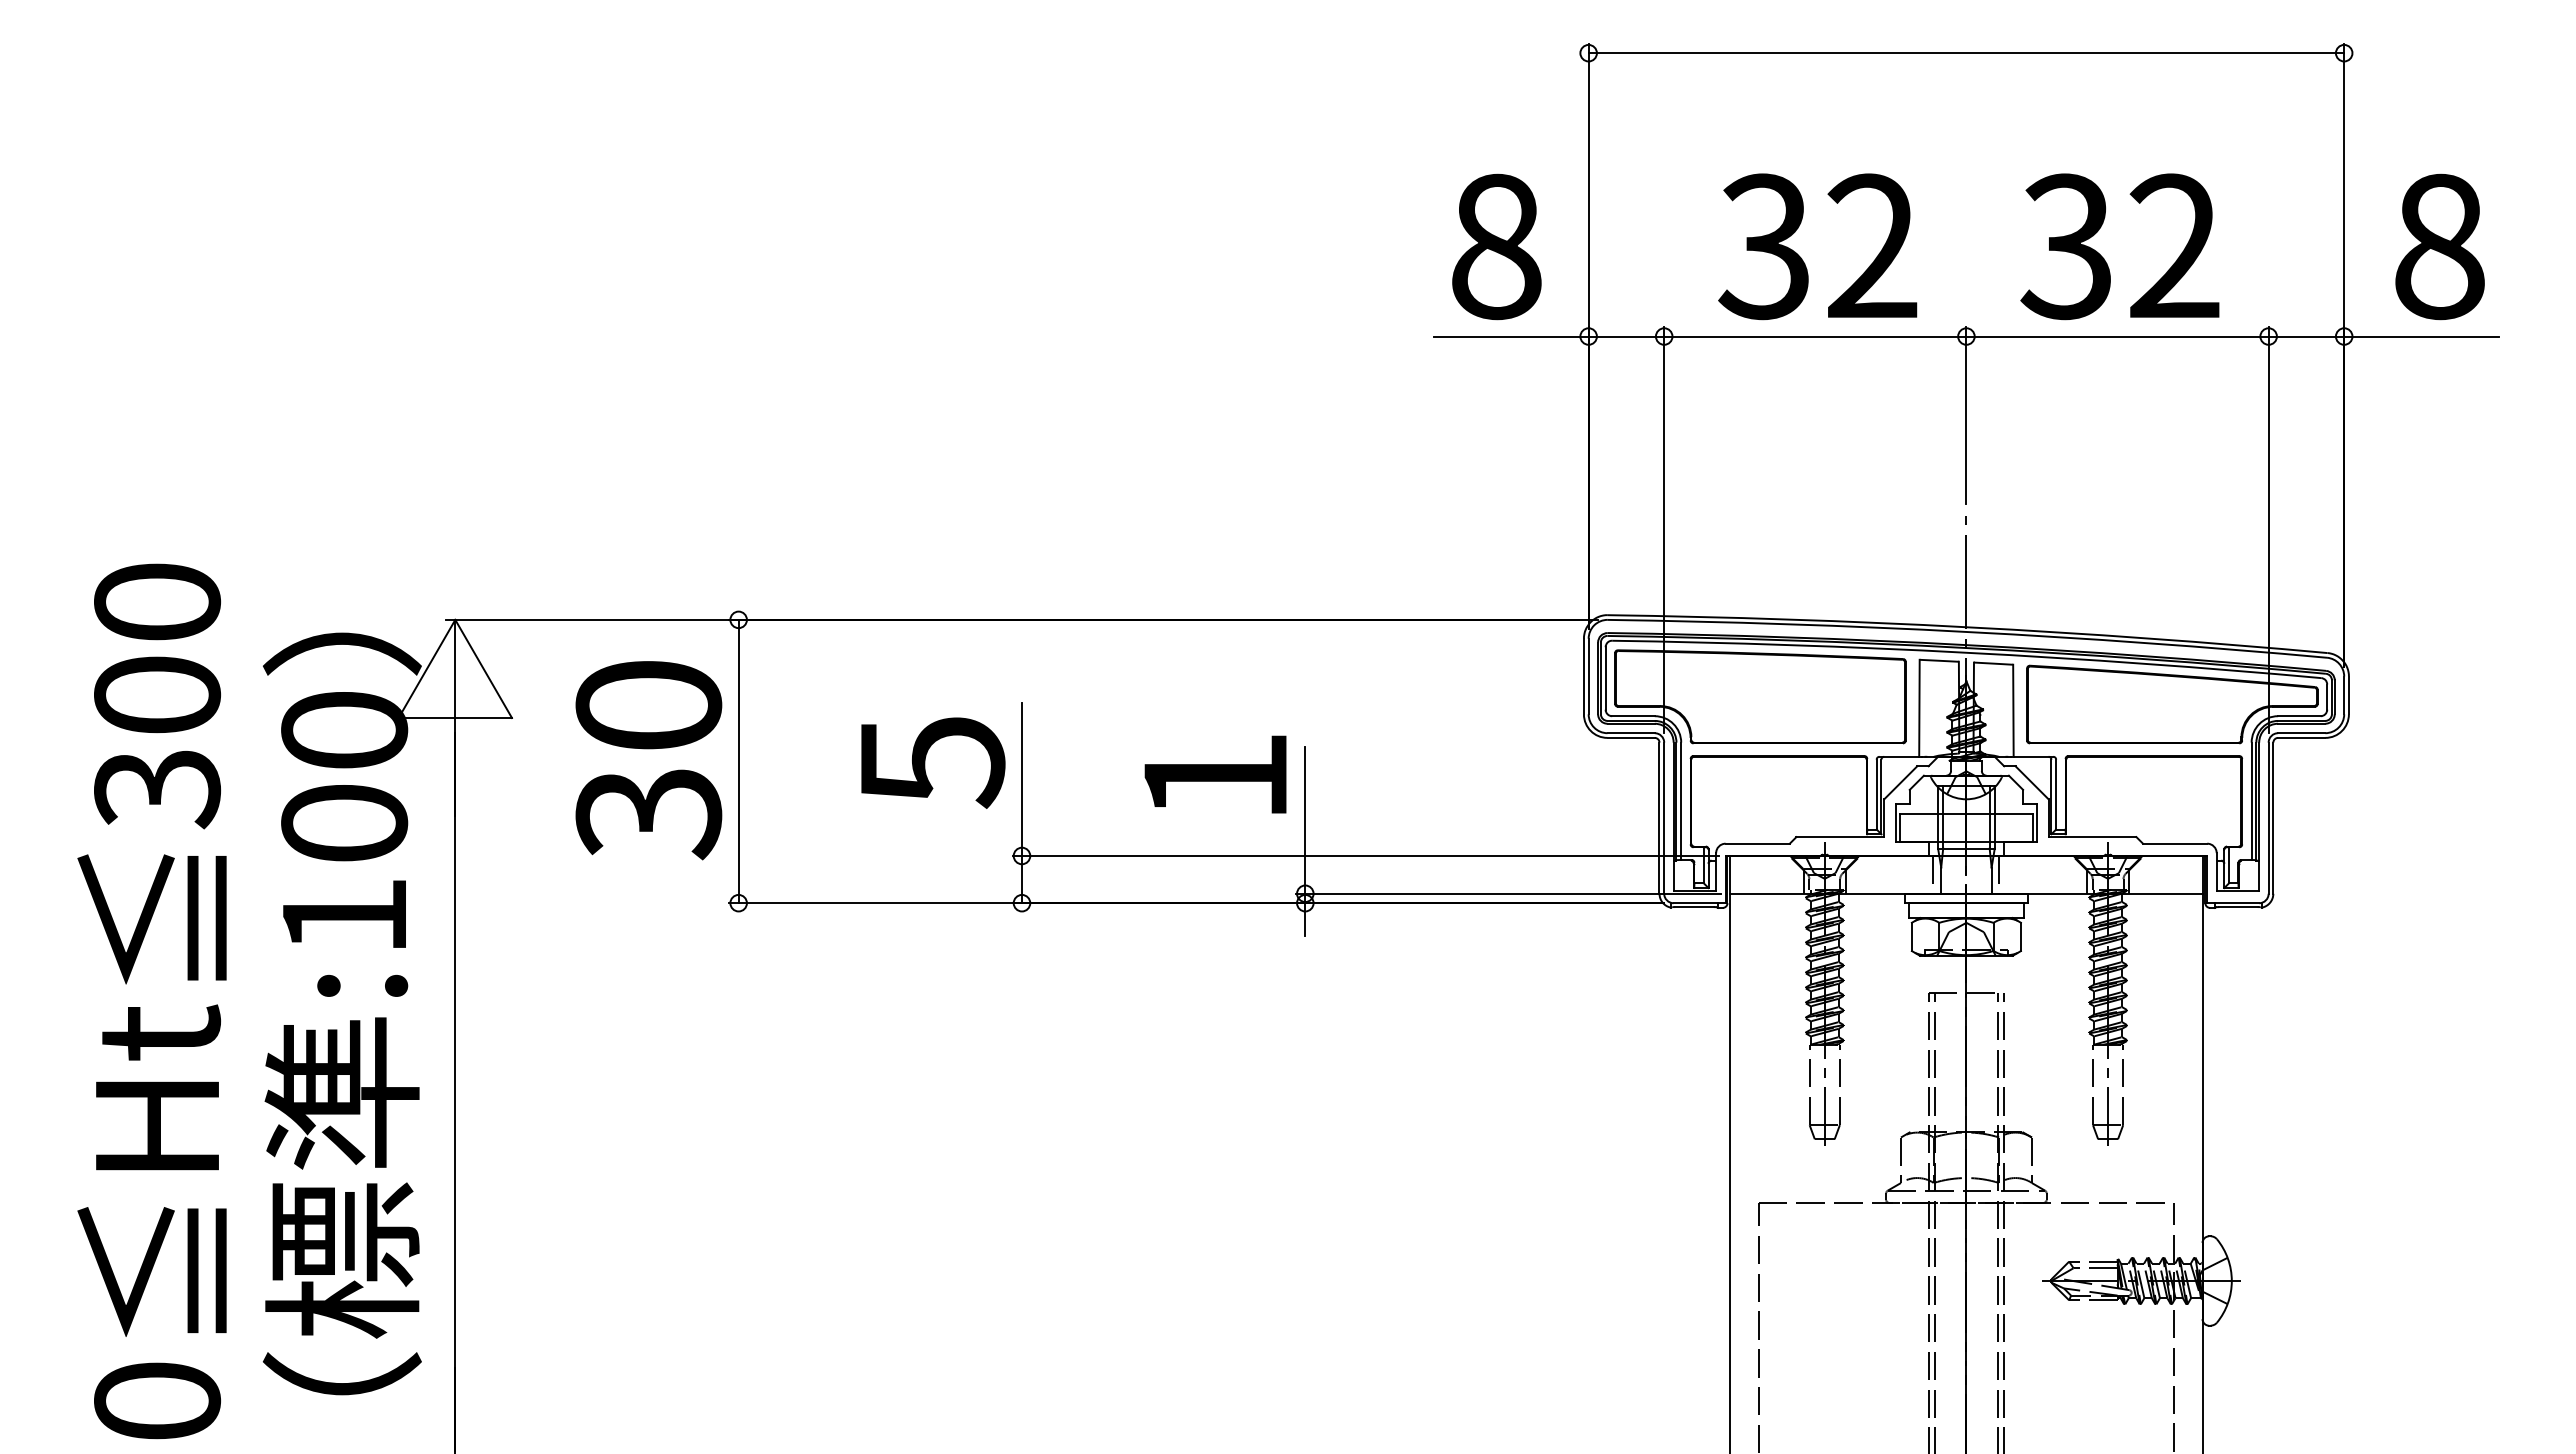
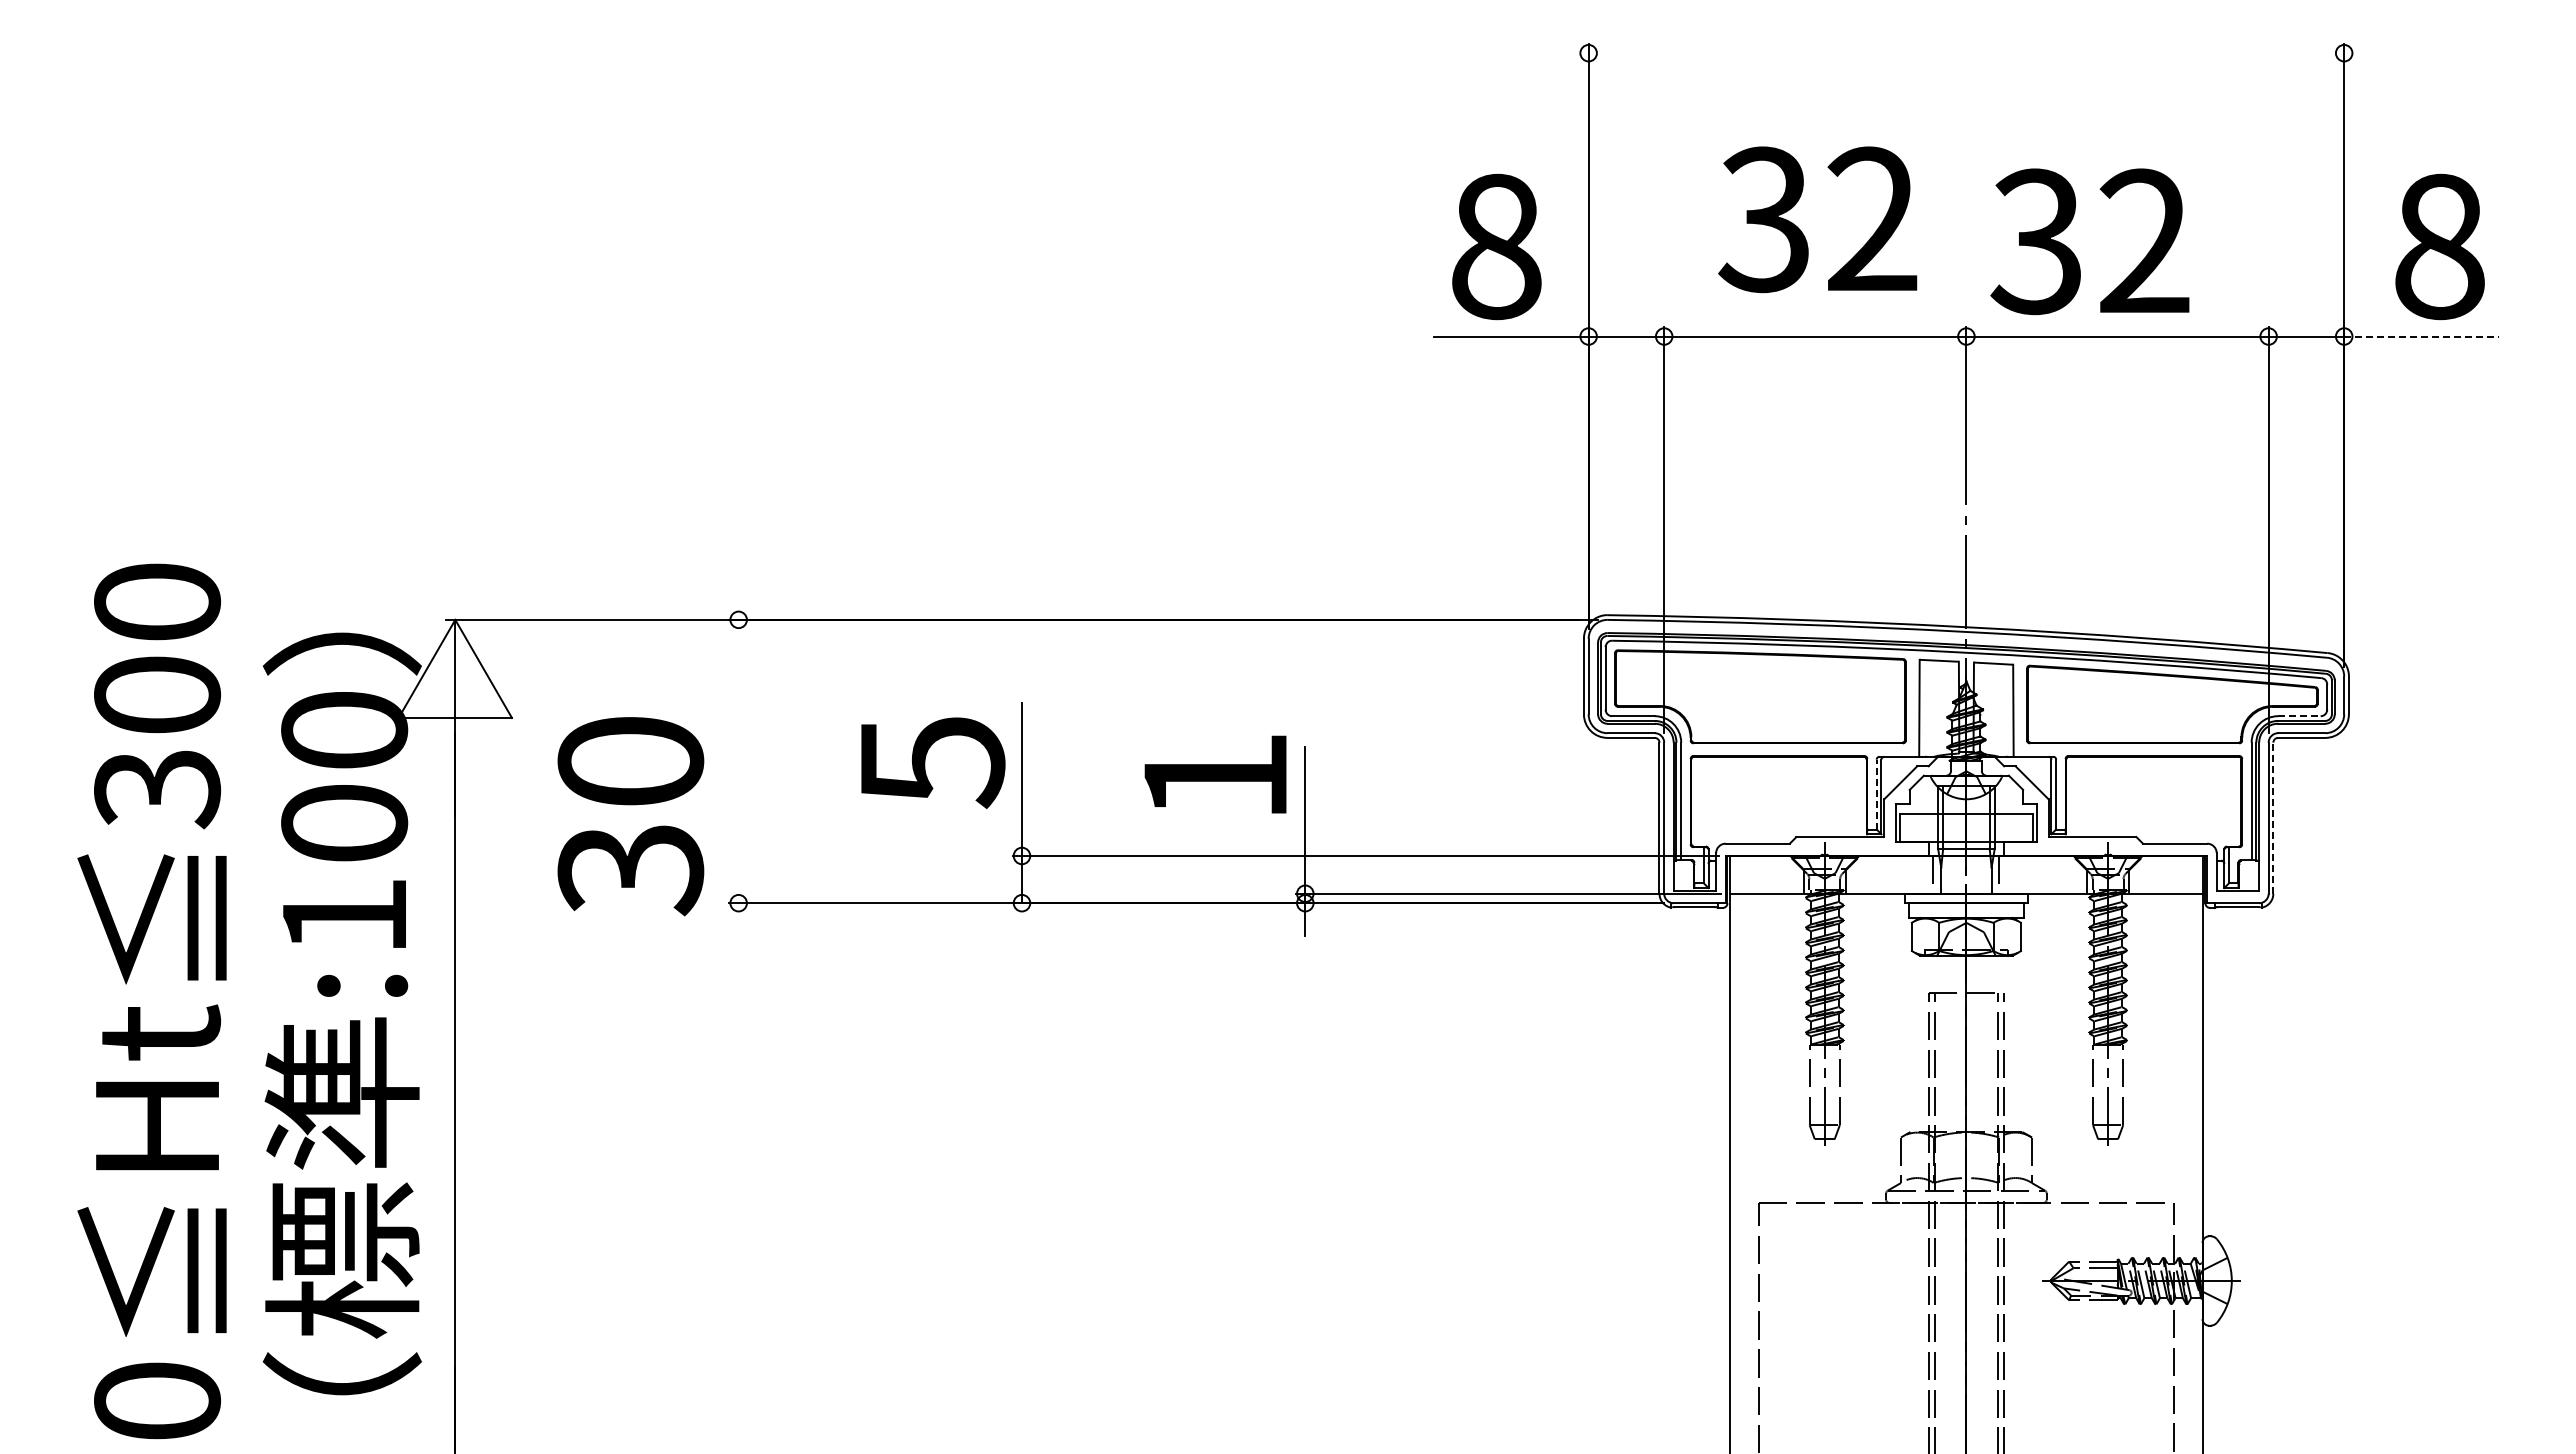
line at (1966, 53): present -> none
text at (1817, 246) position: (1817, 246) -> (1817, 219)
text at (2119, 246) position: (2119, 246) -> (2089, 241)
line at (2421, 336): solid -> dashed
line at (2299, 716): solid -> dashed
text at (648, 760) position: (648, 760) -> (630, 816)
line at (738, 761): present -> none
line at (1876, 794): solid -> dashed
line at (2273, 818): solid -> dashed
